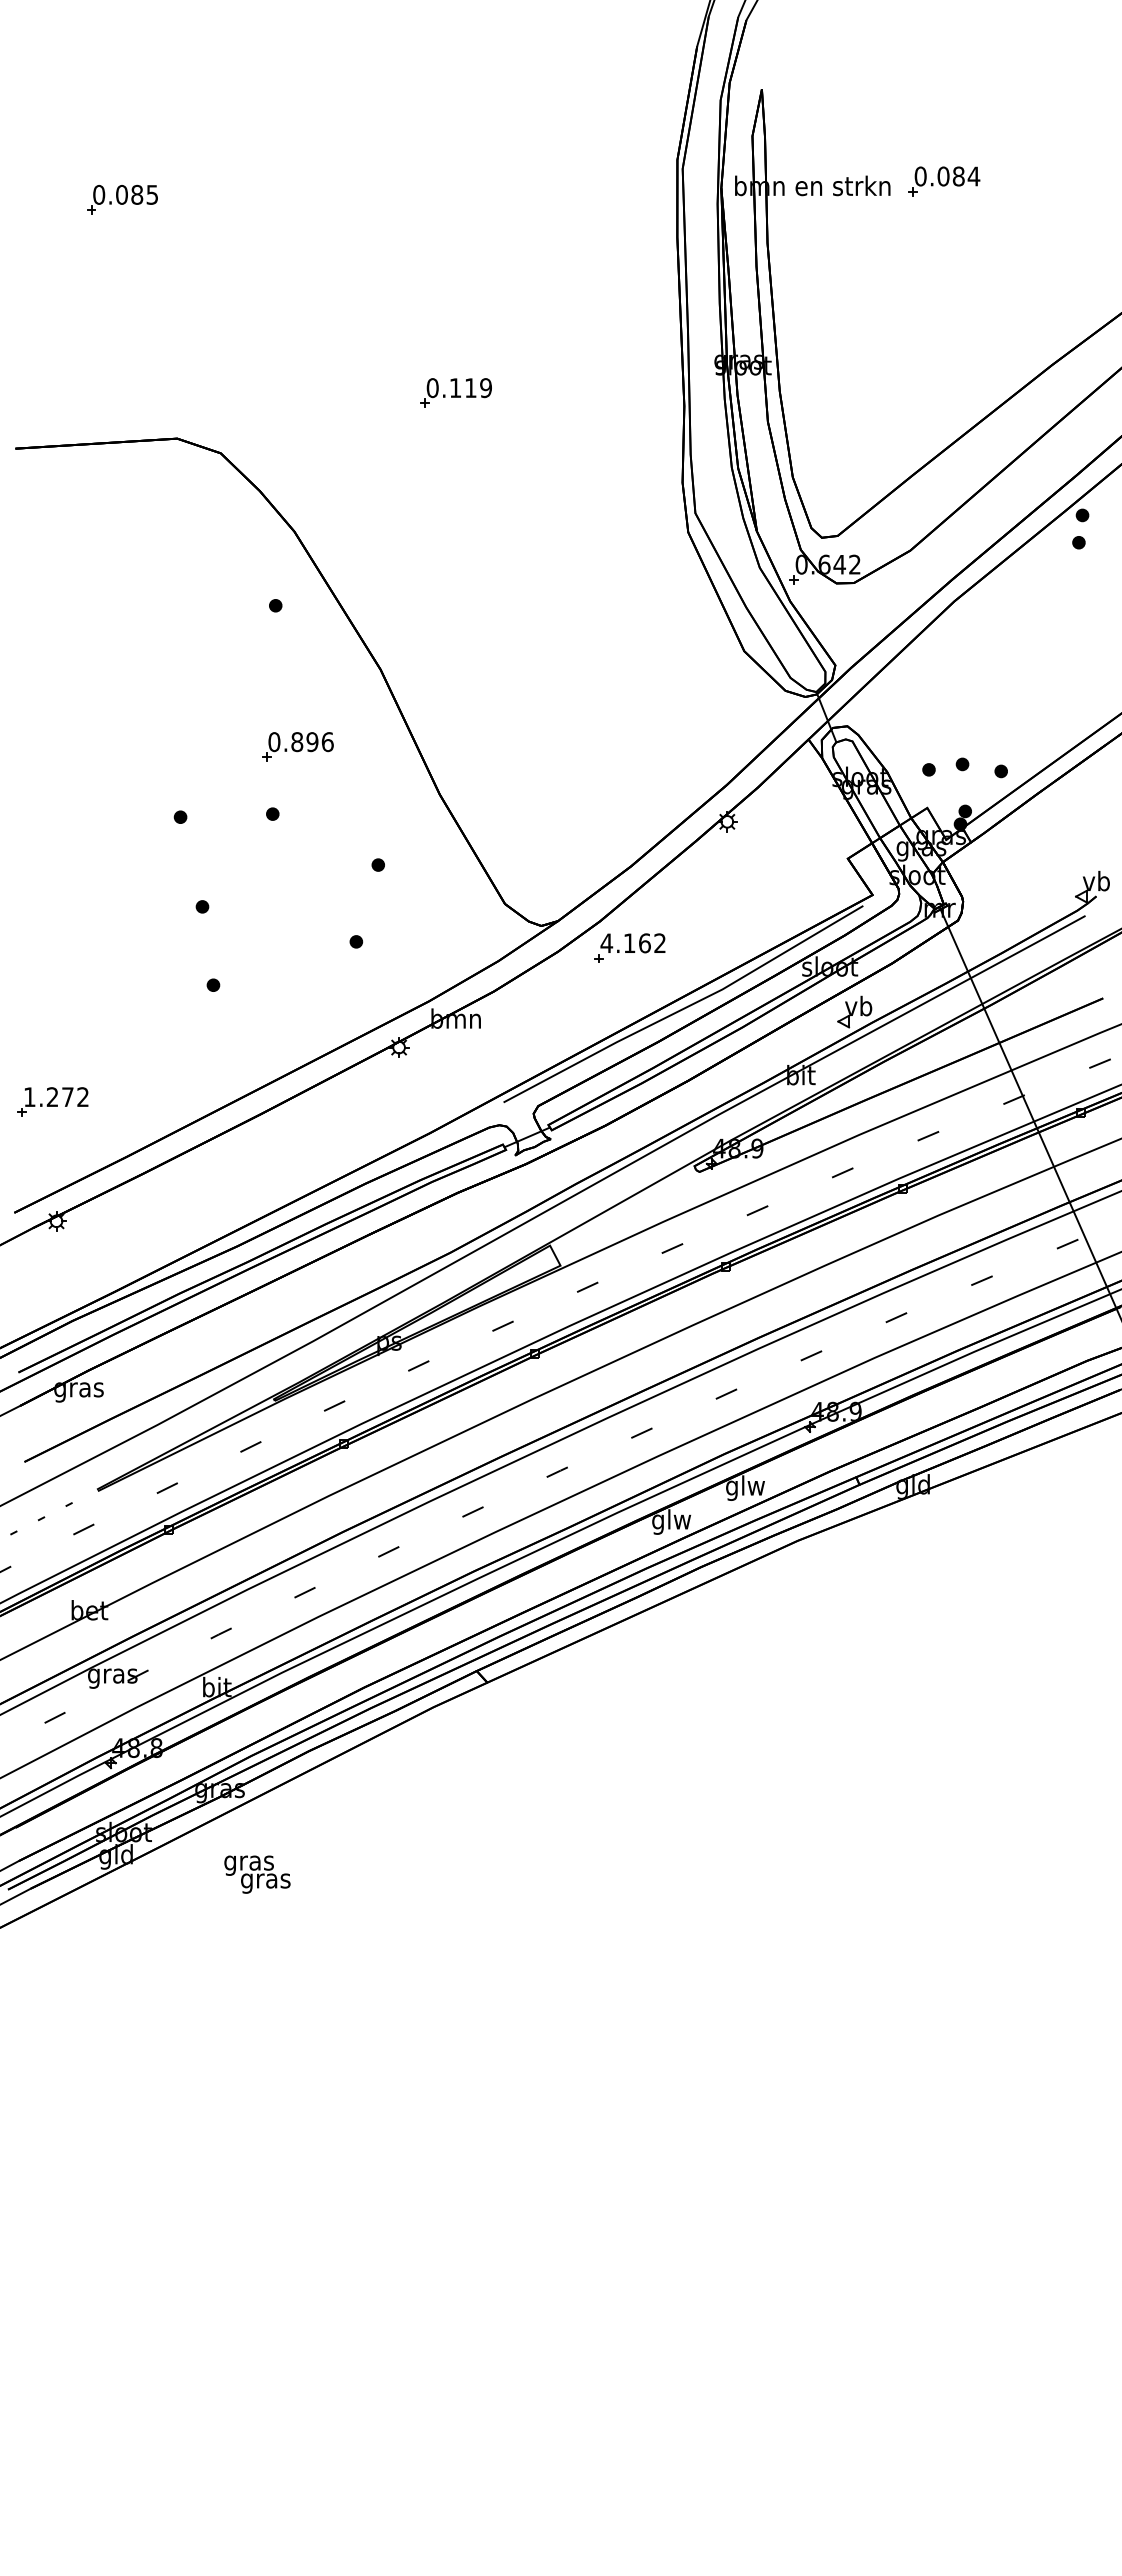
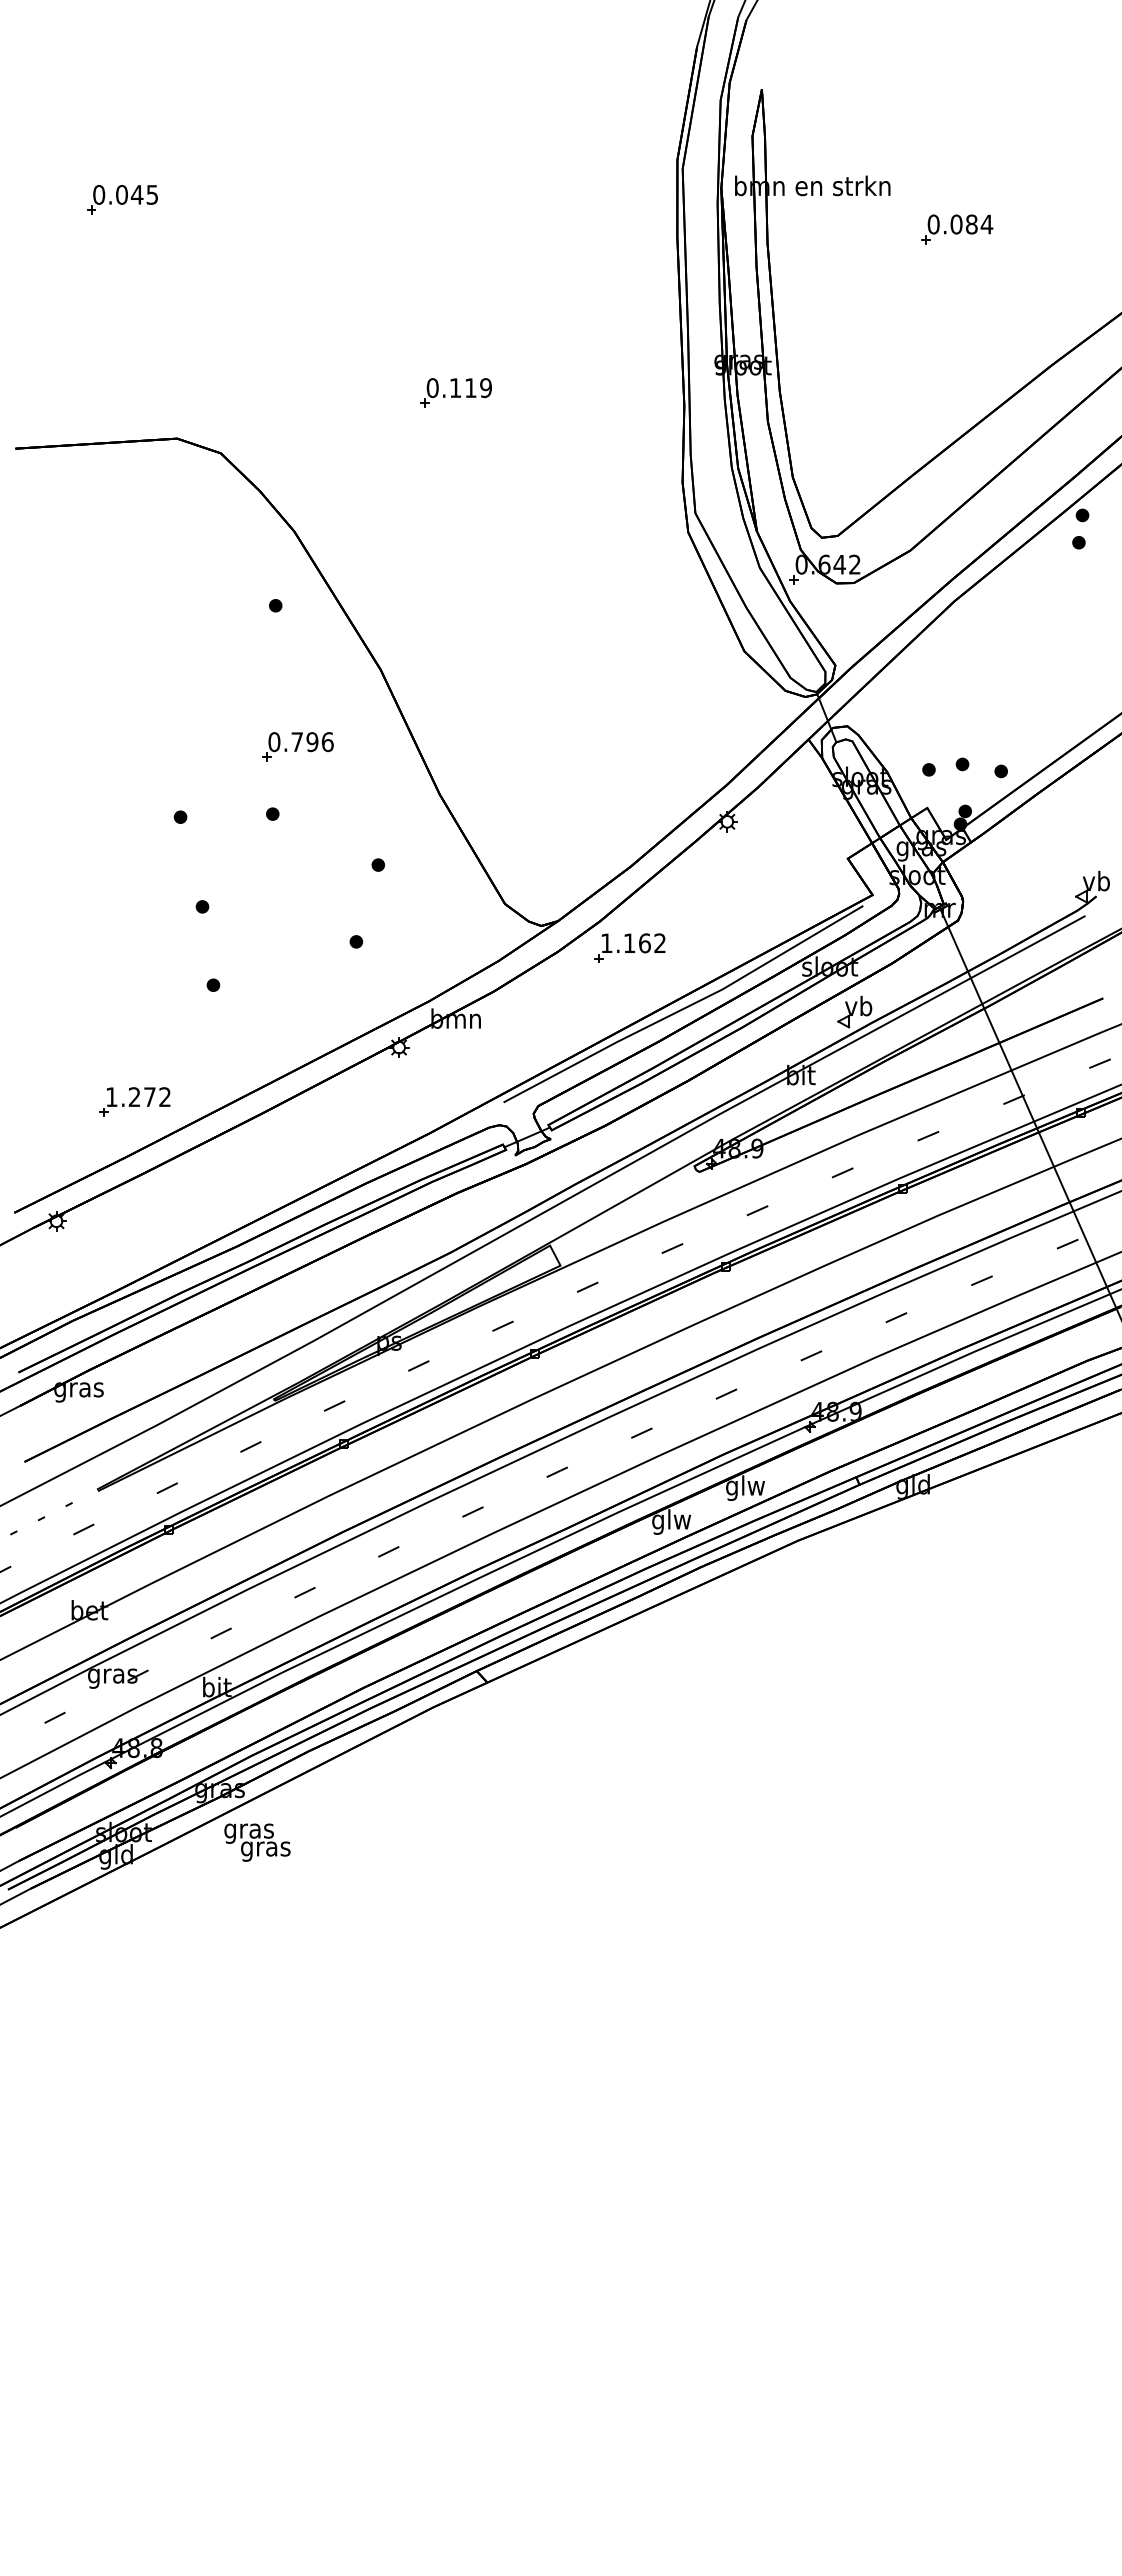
part at (944, 181) position: (944, 181) -> (957, 229)
text at (136, 194): 0.085 -> 0.045
text at (297, 742): 0.896 -> 0.796
text at (606, 942): 4.162 -> 1.162
part at (52, 1101) position: (52, 1101) -> (134, 1101)
text at (257, 1874) position: (257, 1874) -> (257, 1842)
